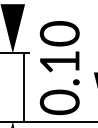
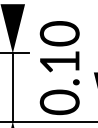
line at (23, 87) position: (23, 87) -> (12, 87)
